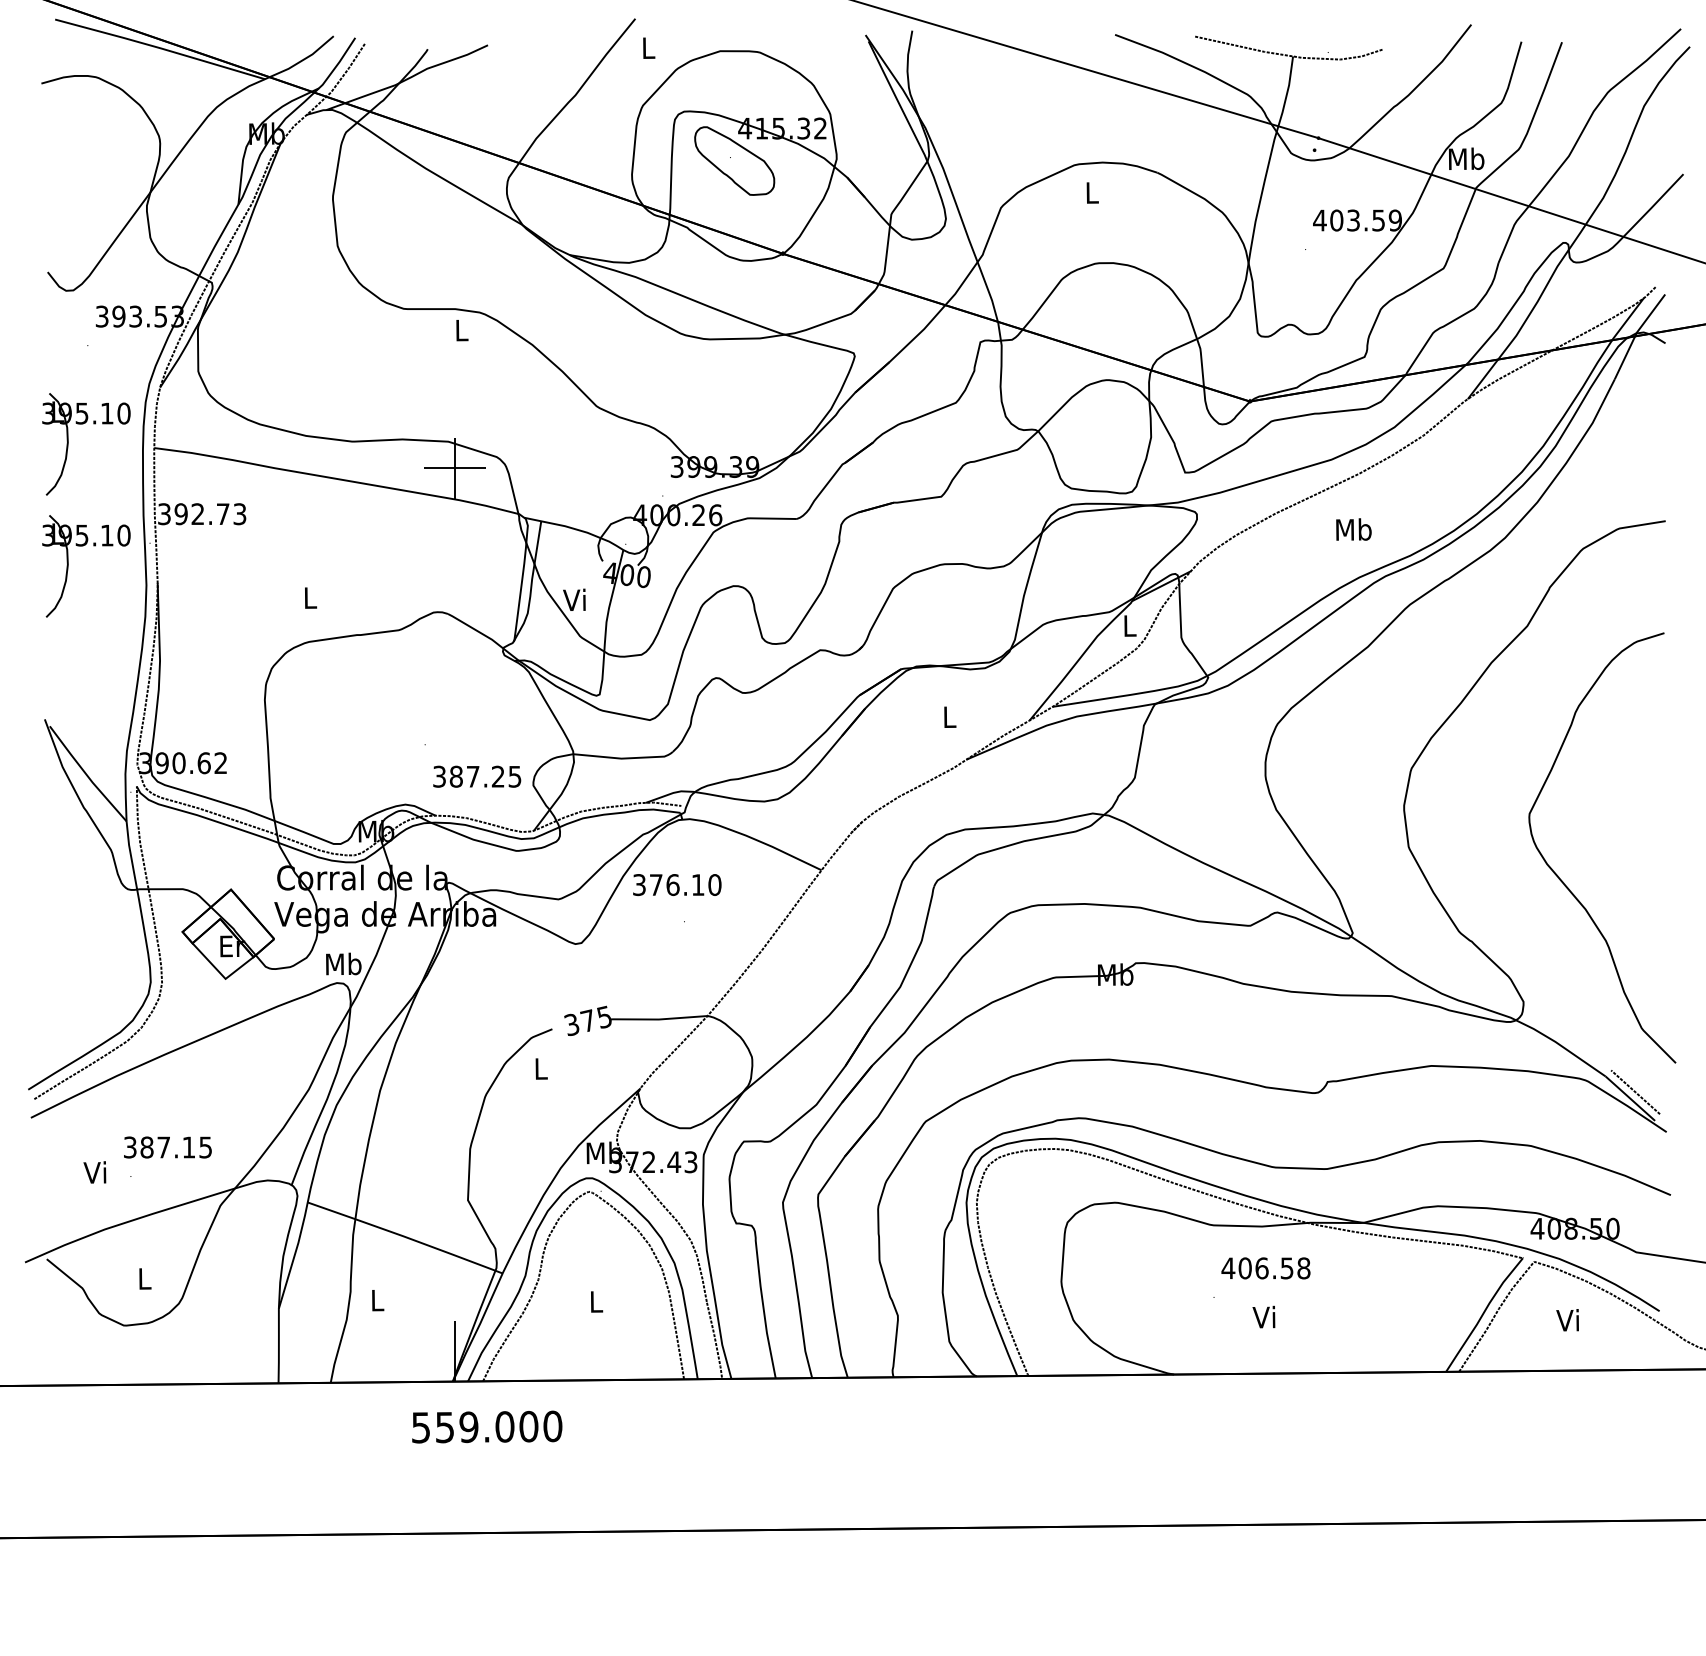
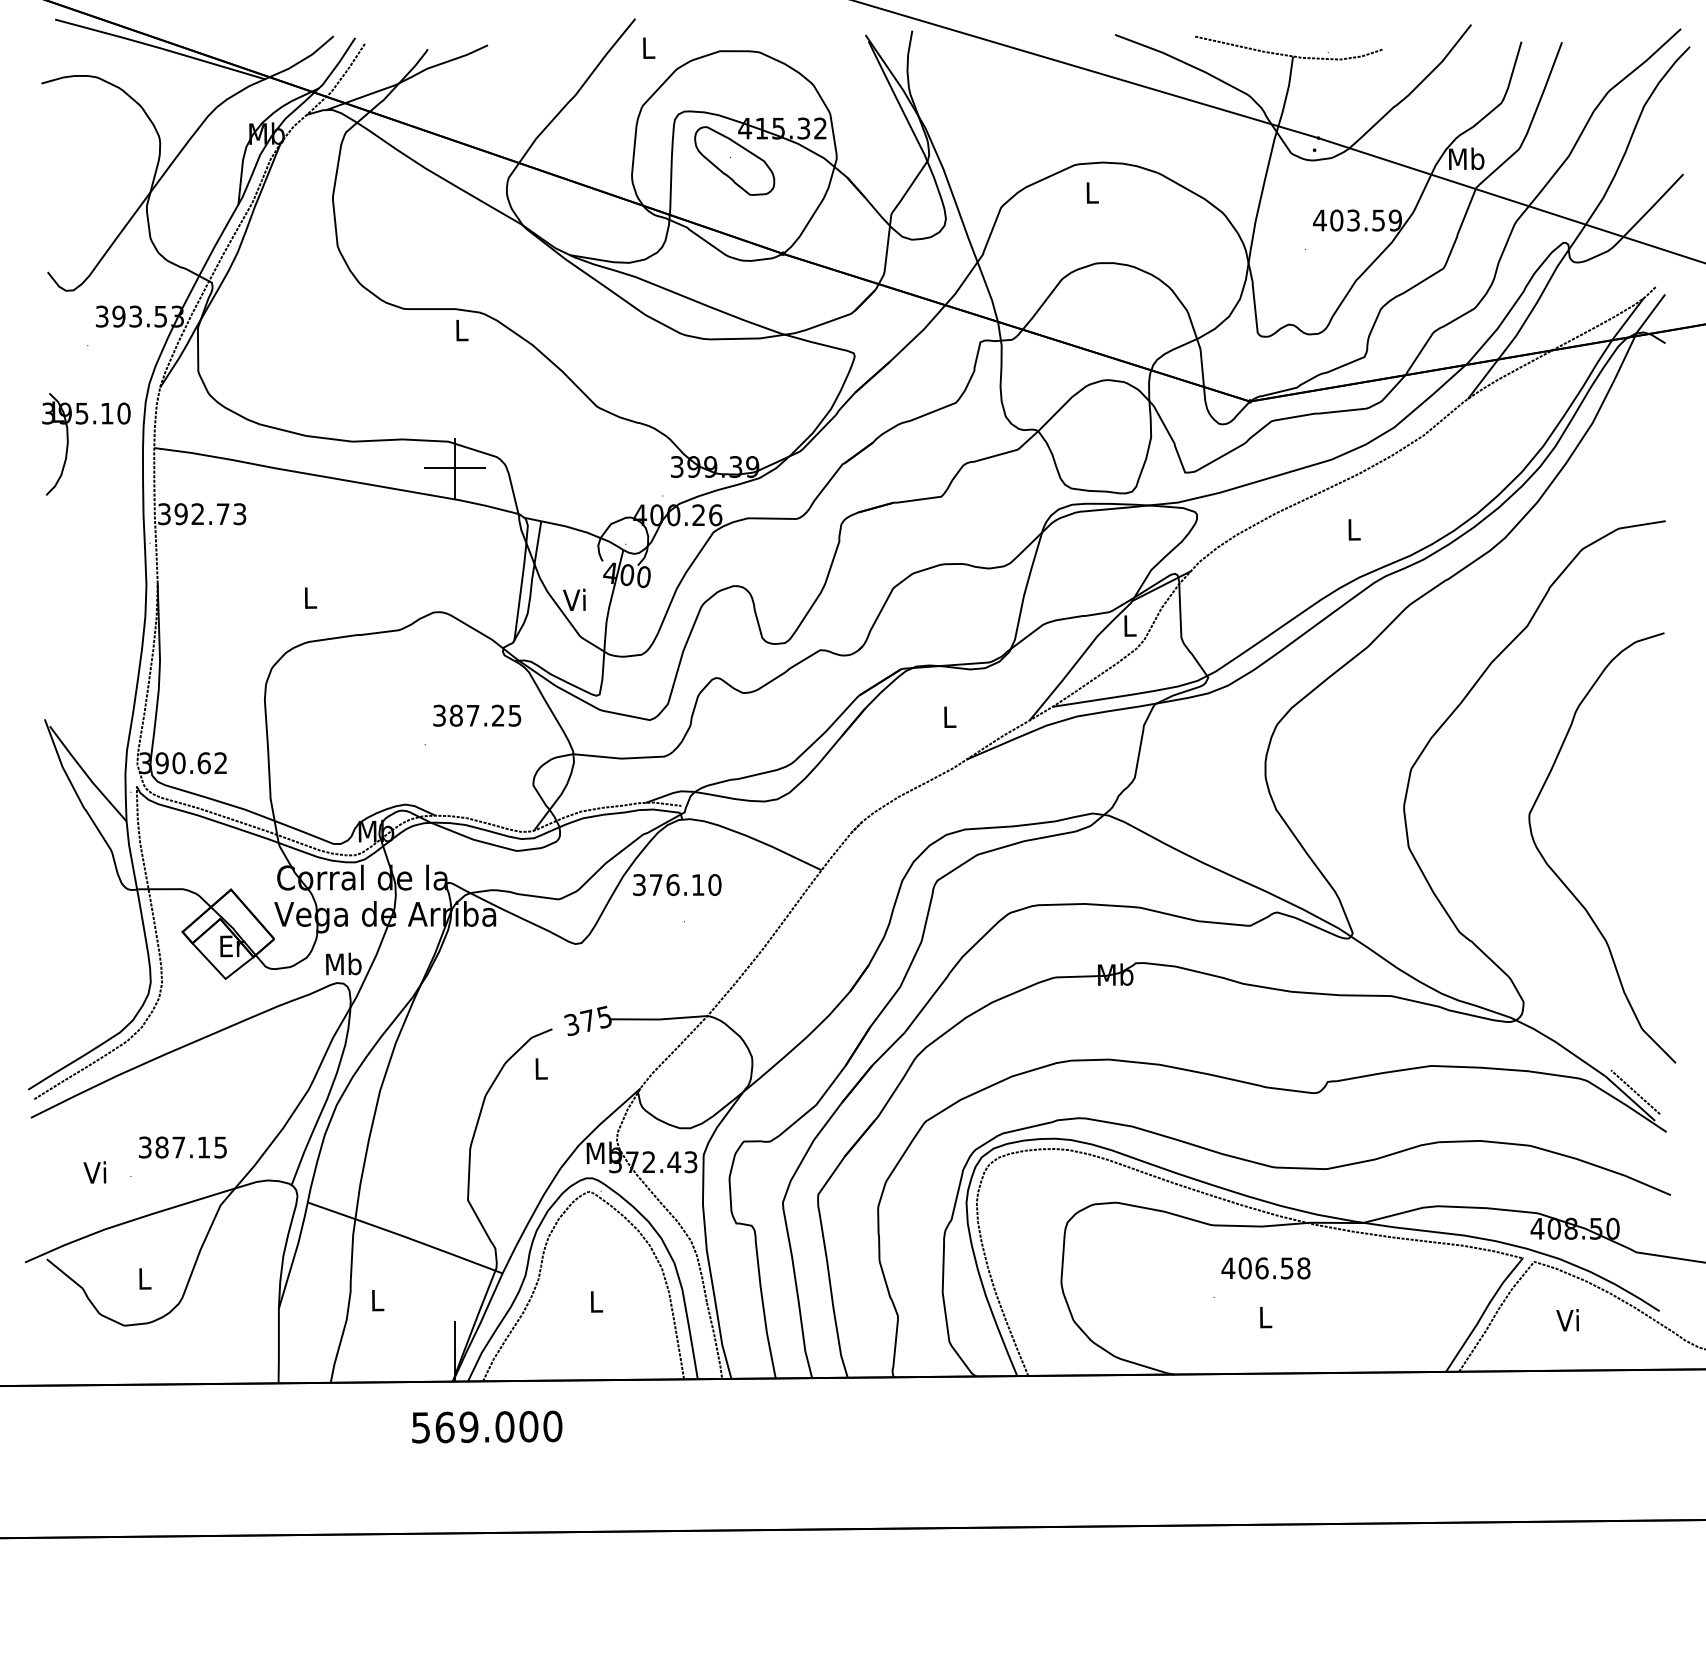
text at (1353, 529): Mb -> L
part at (68, 566): present -> none
text at (477, 776) position: (477, 776) -> (477, 715)
text at (167, 1147) position: (167, 1147) -> (182, 1147)
text at (1263, 1316): Vi -> L
text at (444, 1427): 559.000 -> 569.000
